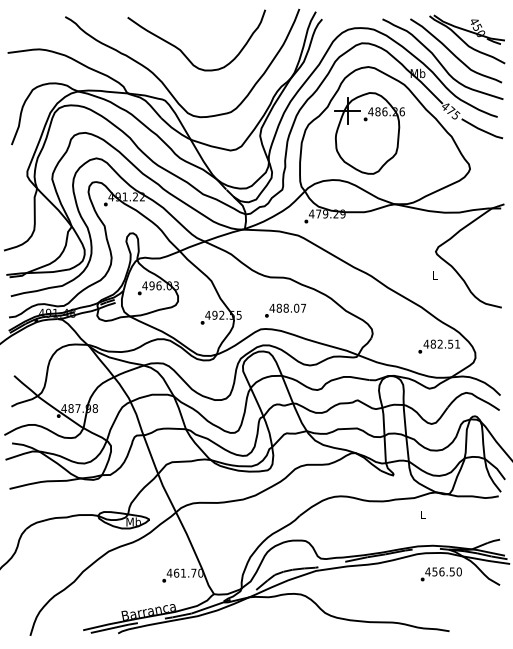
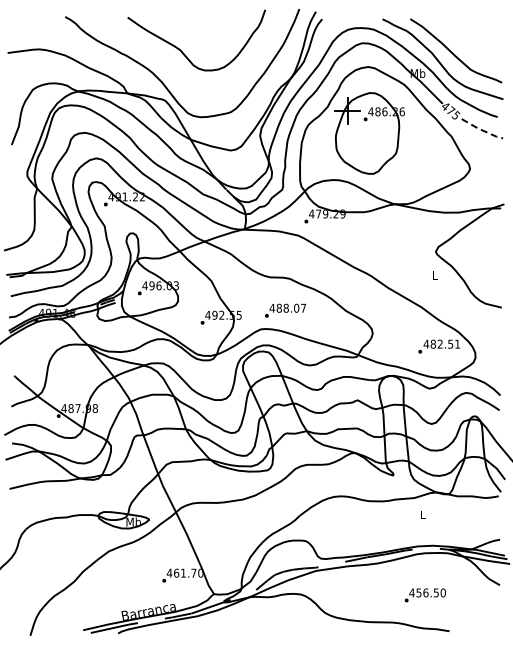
part at (467, 39): present -> none
line at (482, 130): solid -> dashed
text at (440, 574) position: (440, 574) -> (424, 595)
